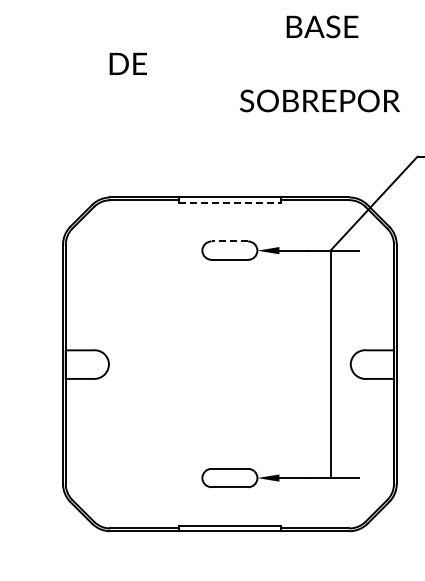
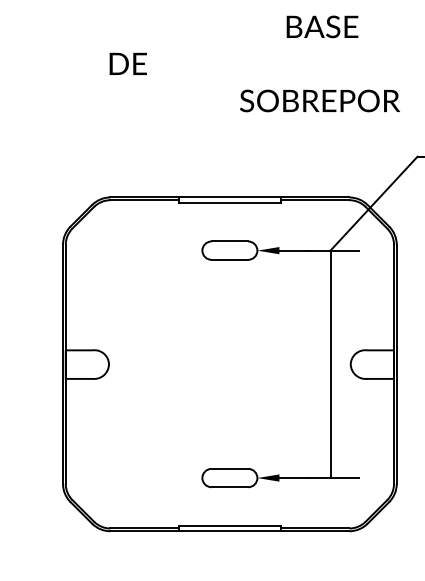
line at (230, 202): dashed -> solid
line at (229, 241): dashed -> solid
